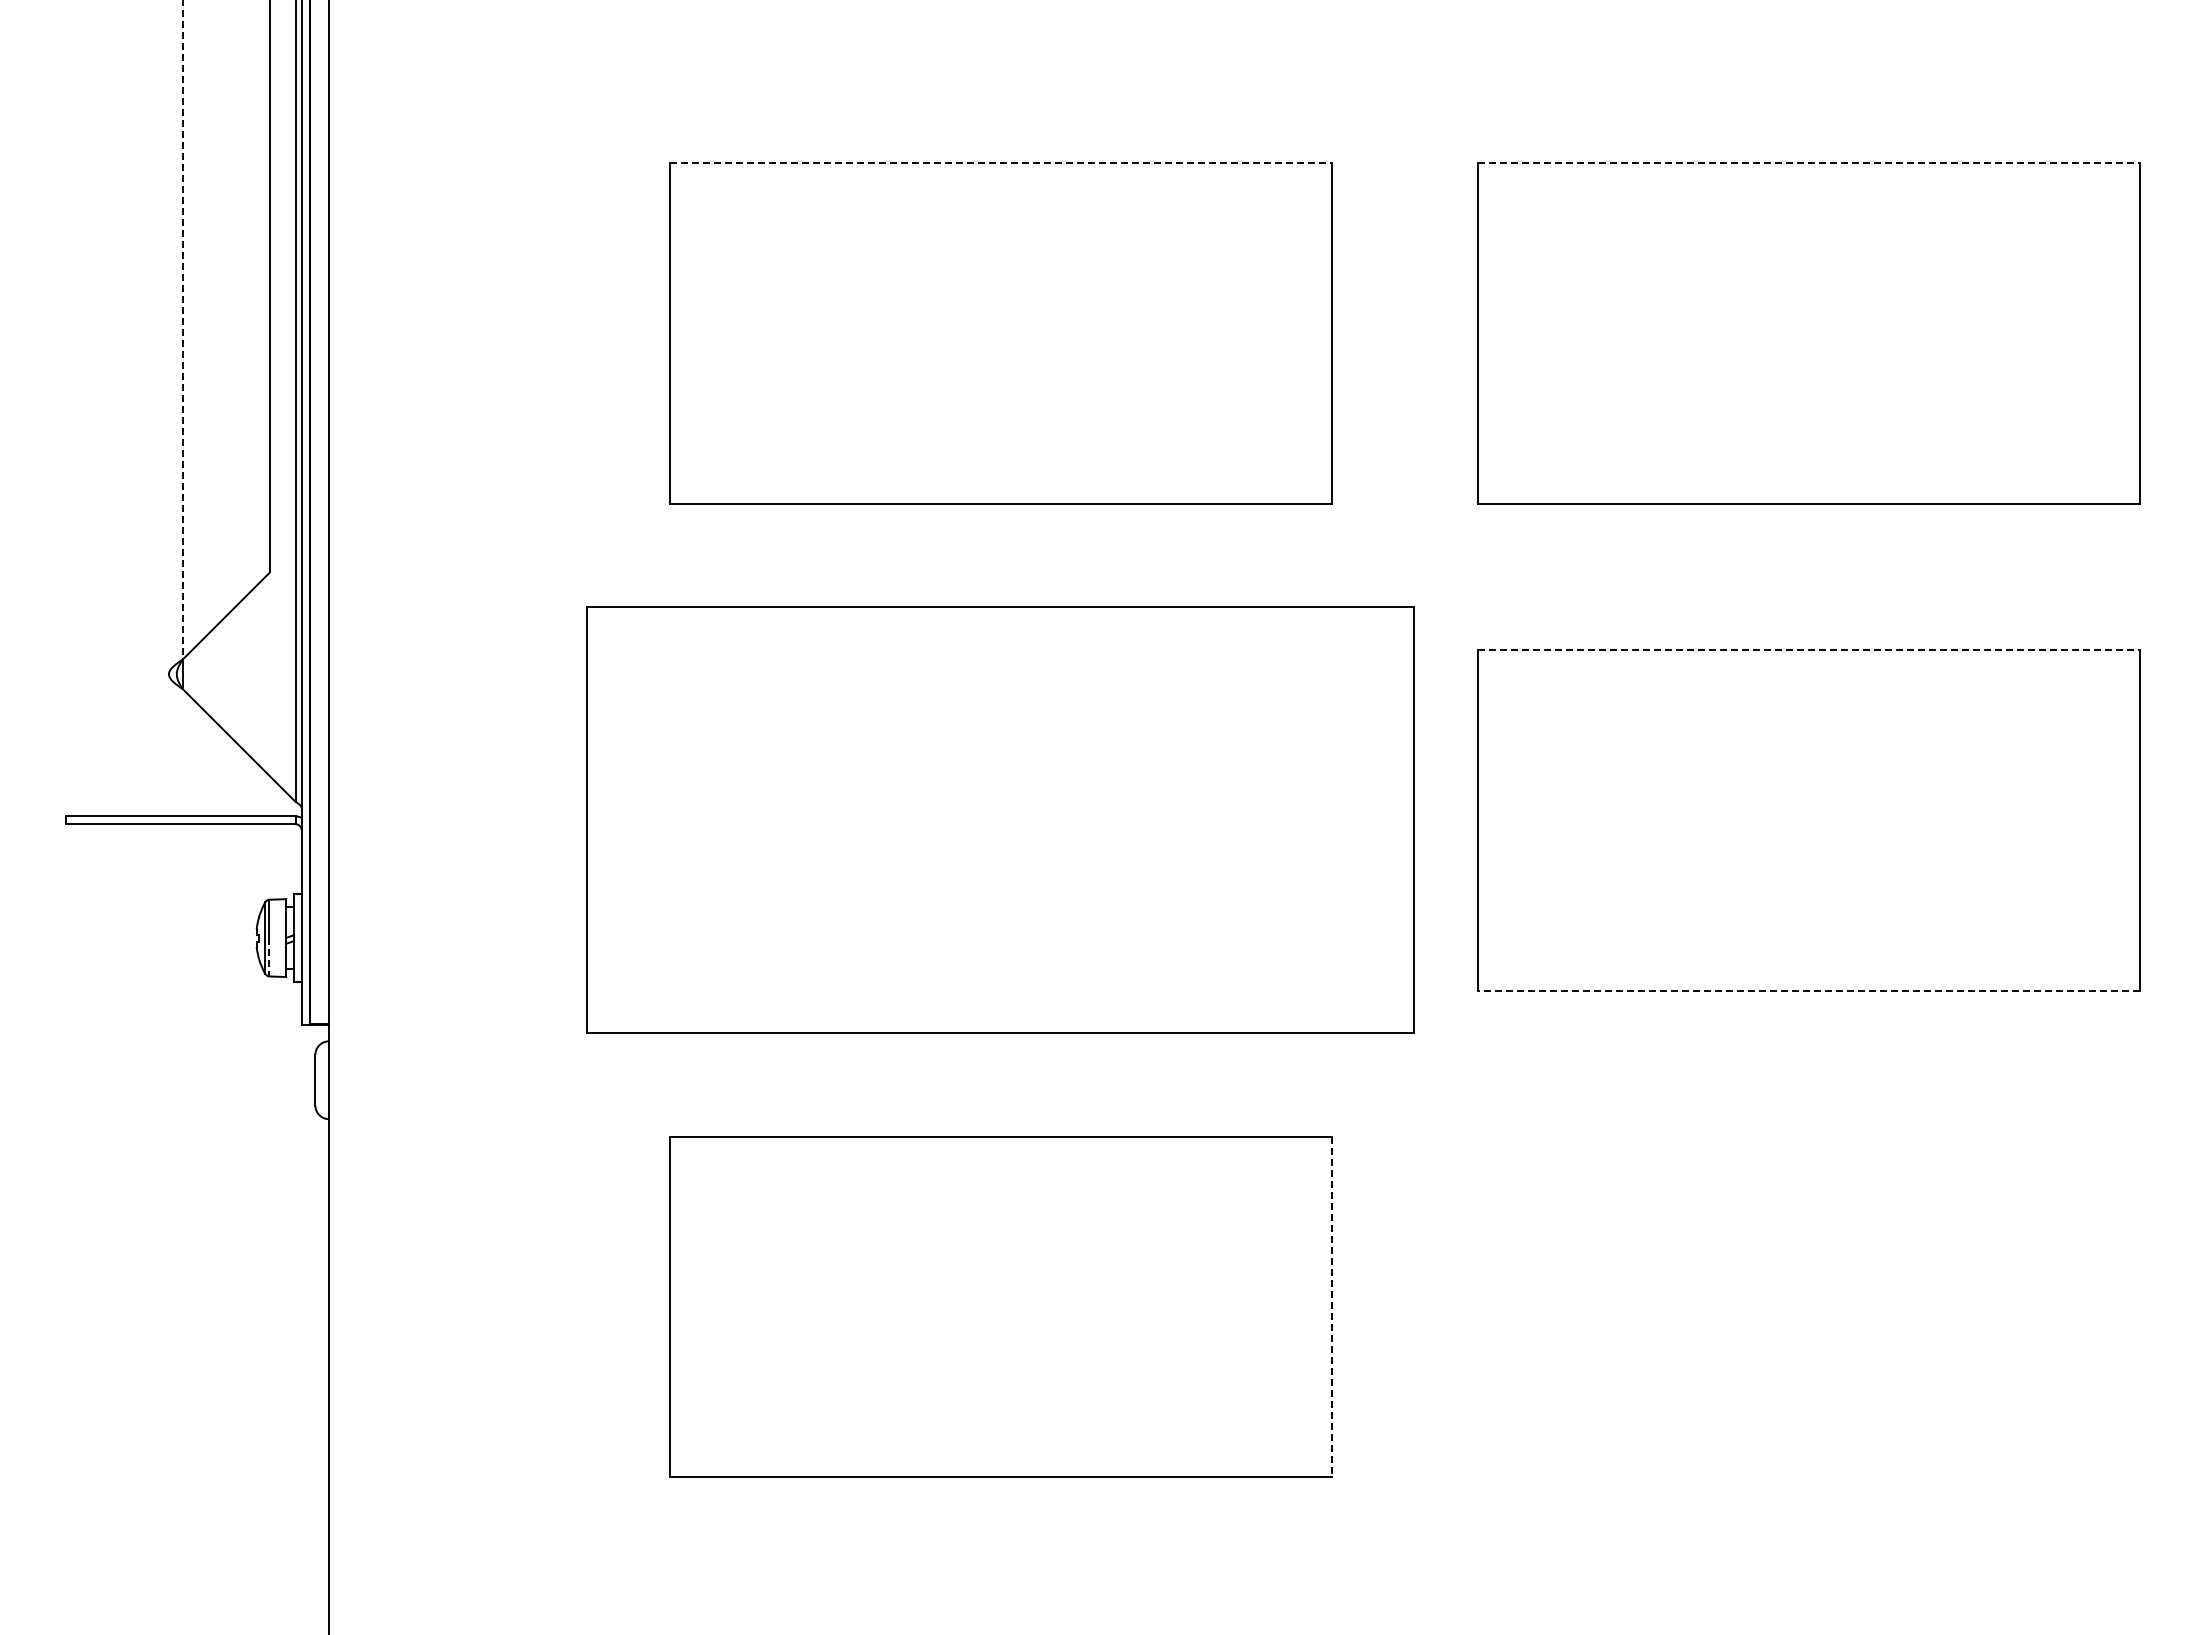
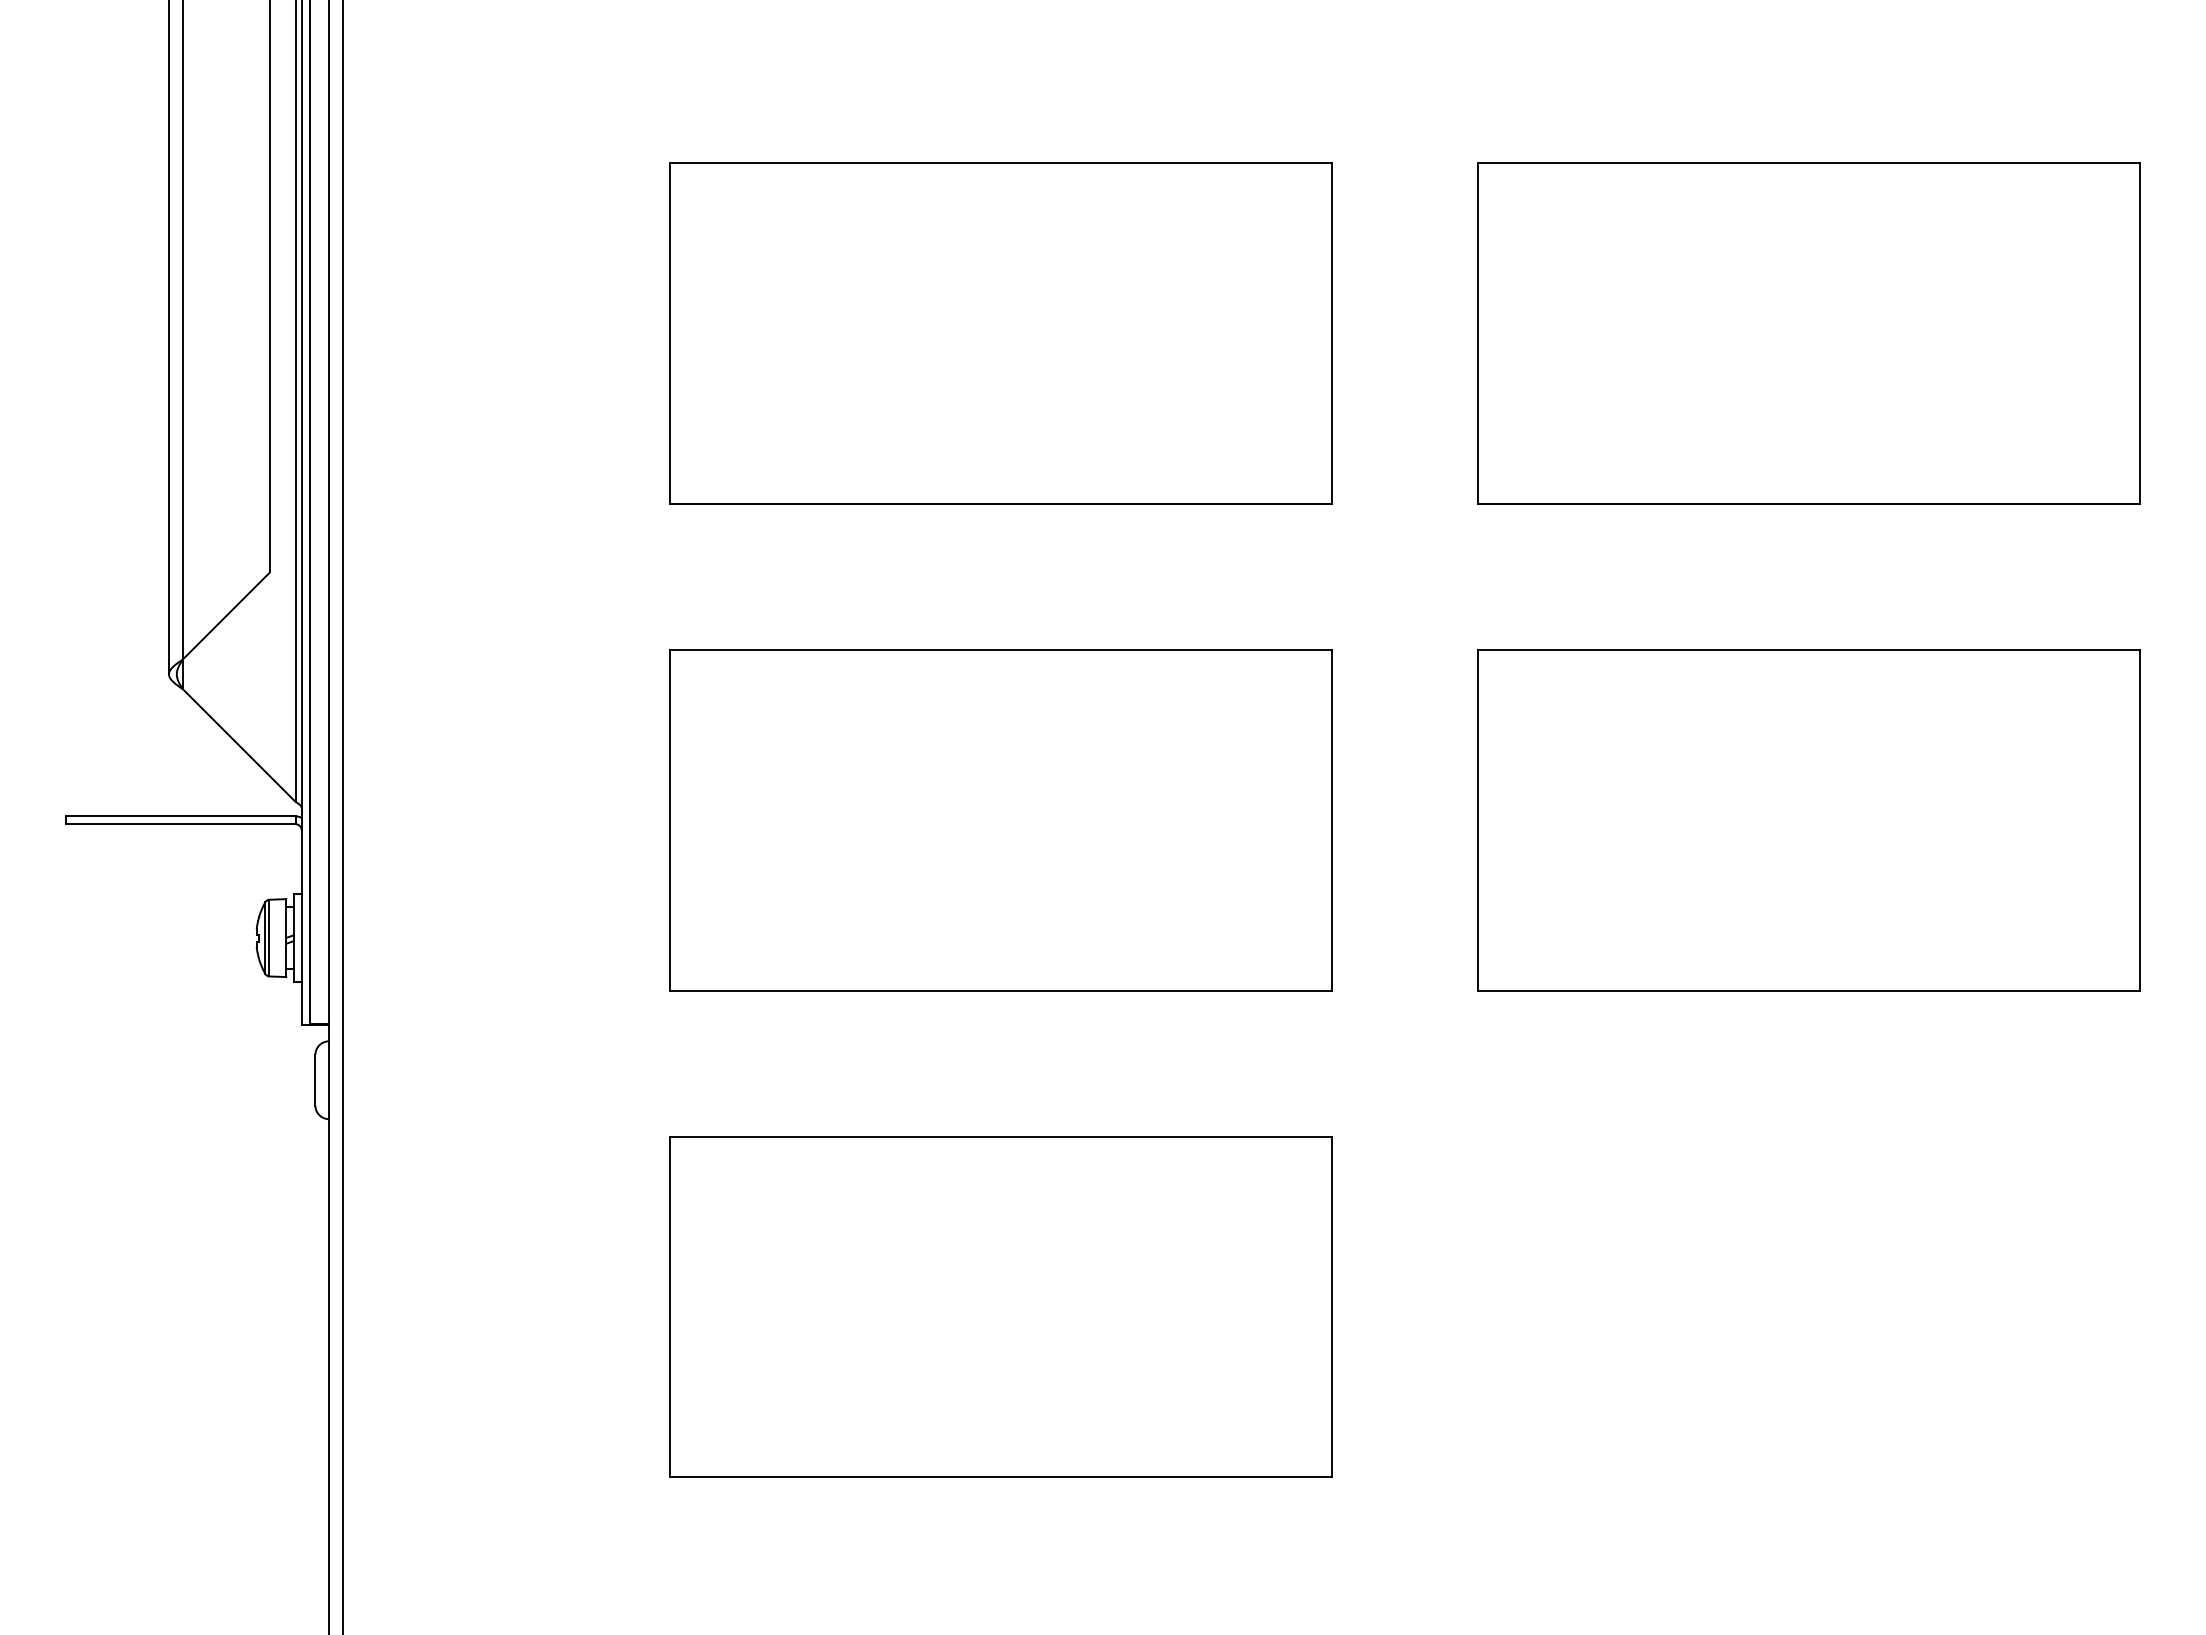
line at (1001, 163): dashed -> solid
line at (1809, 163): dashed -> solid
line at (182, 330): dashed -> solid
line at (168, 338): none -> present
line at (1809, 649): dashed -> solid
line at (343, 816): none -> present
part at (1000, 819) size: 829x428 px -> 664x343 px
line at (269, 957): dashed -> solid
line at (1808, 990): dashed -> solid
line at (1331, 1307): dashed -> solid
